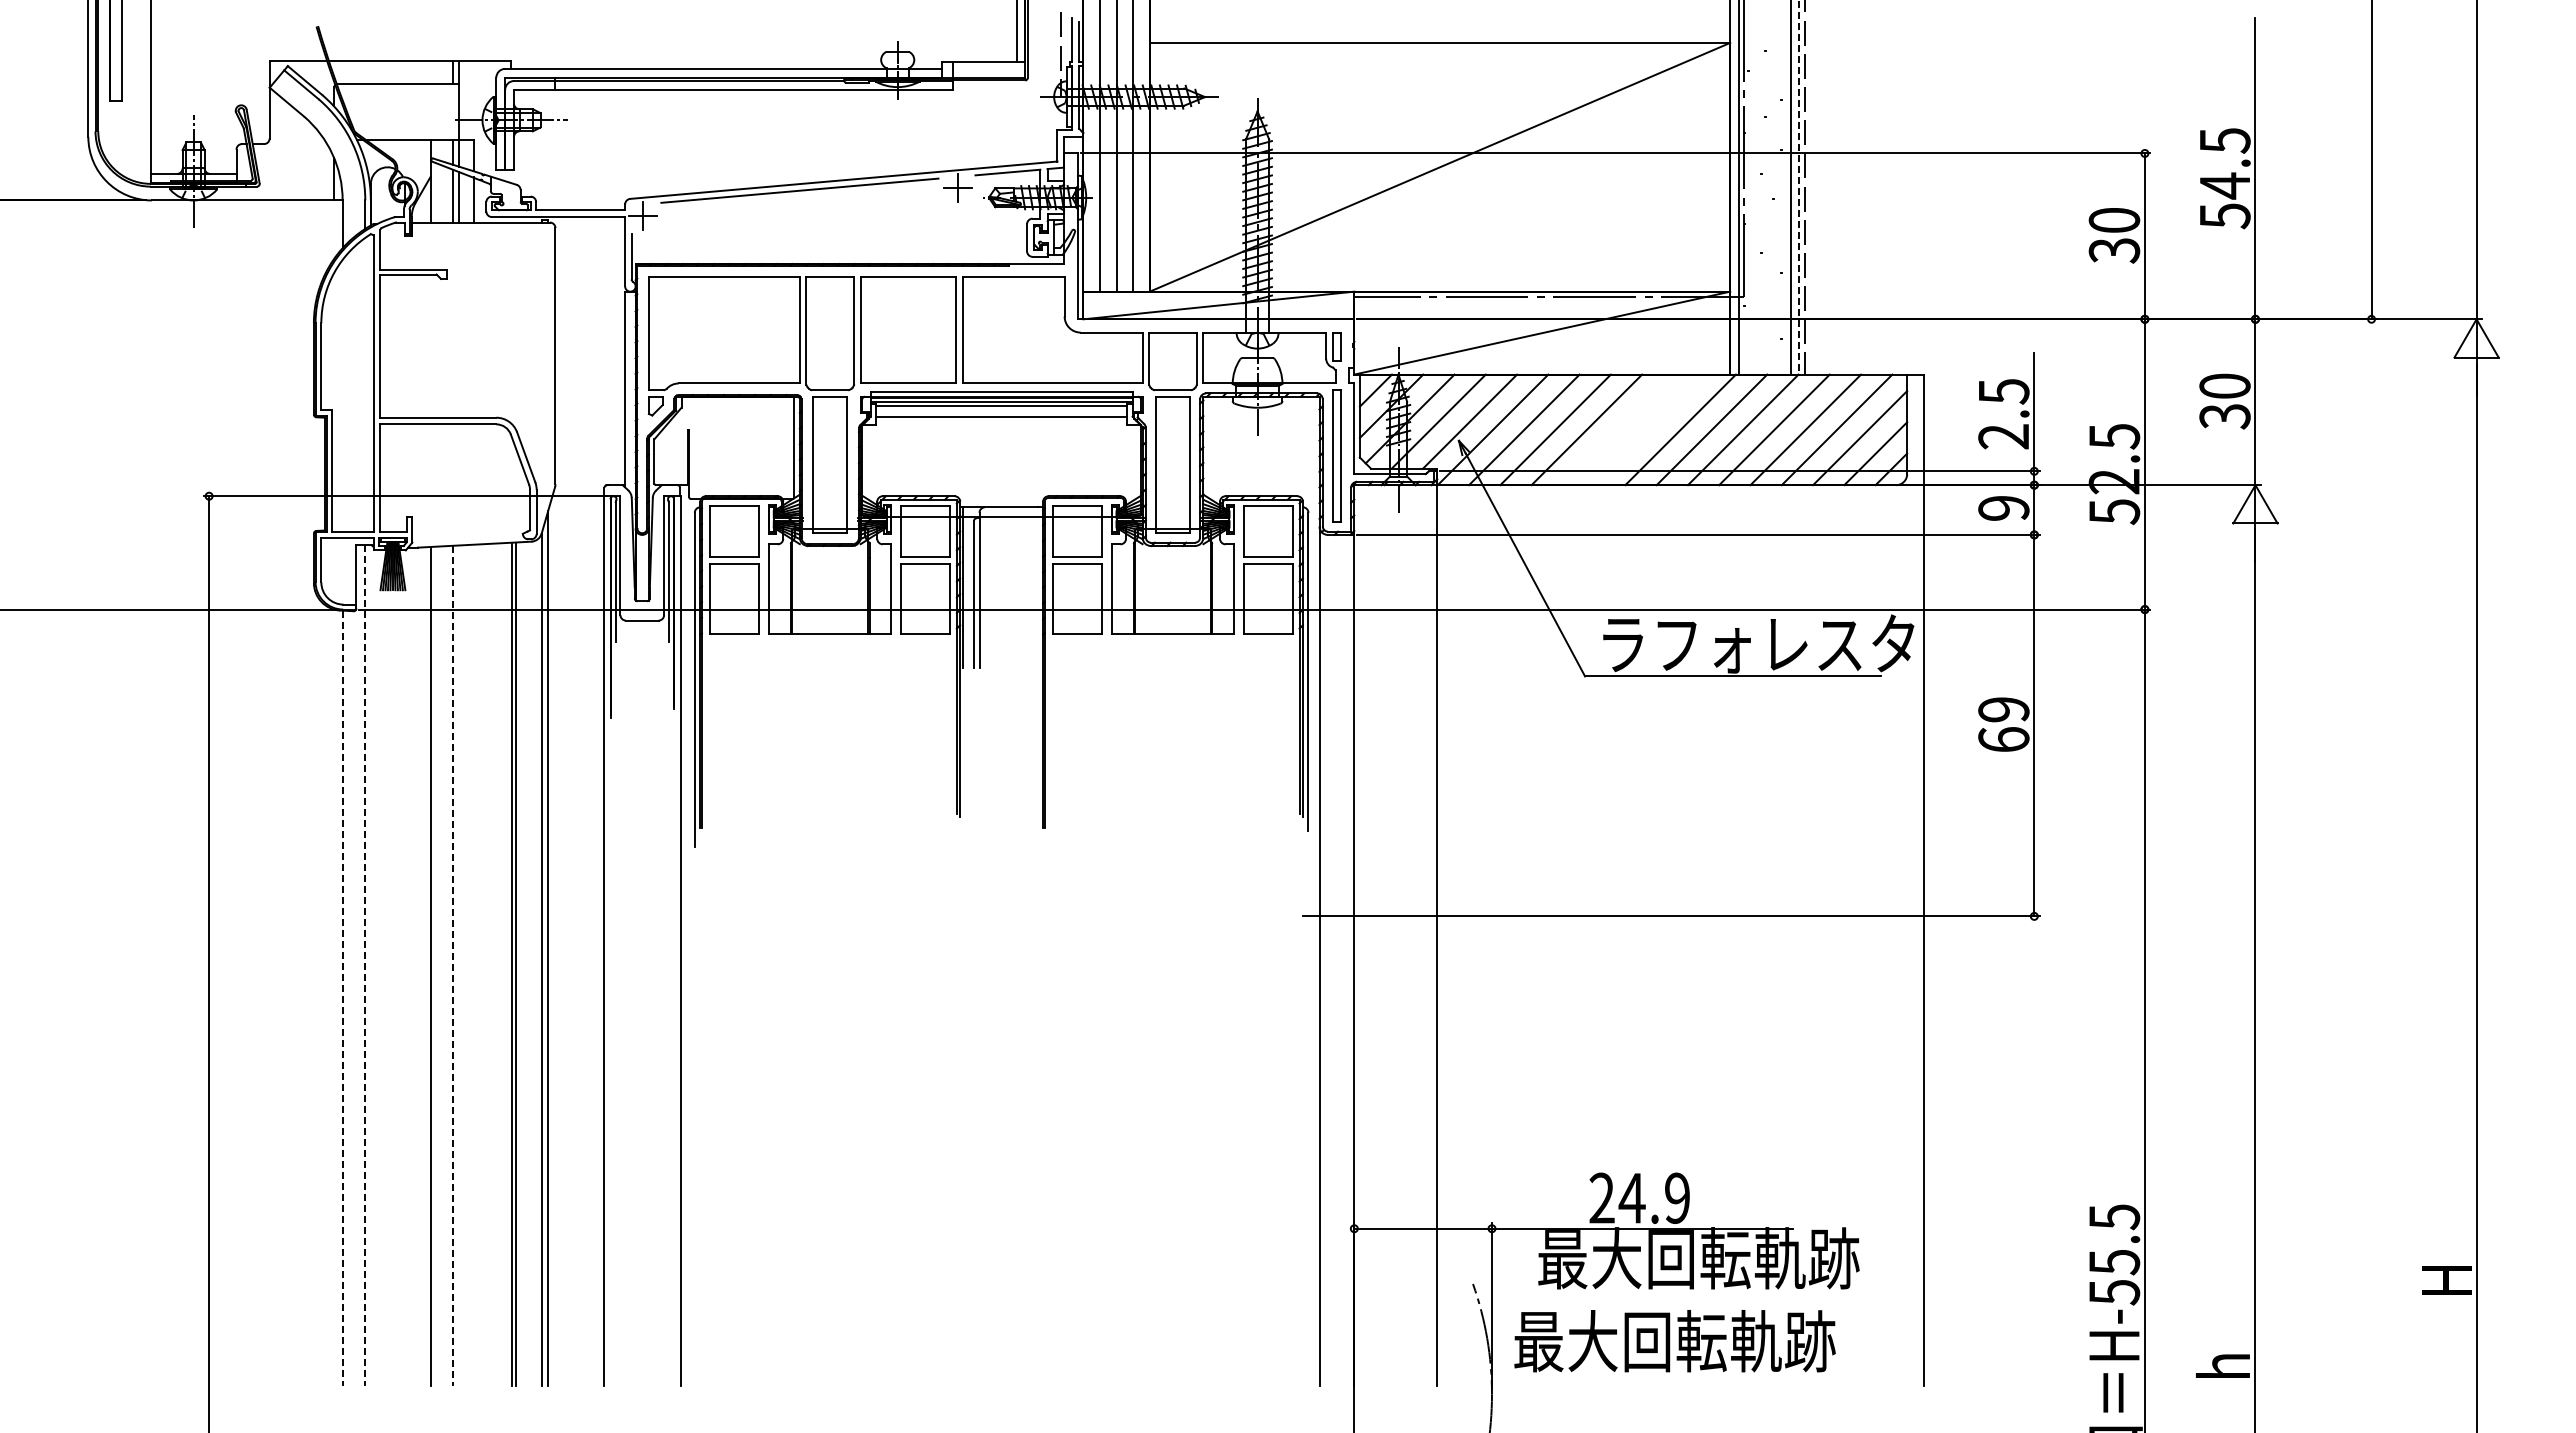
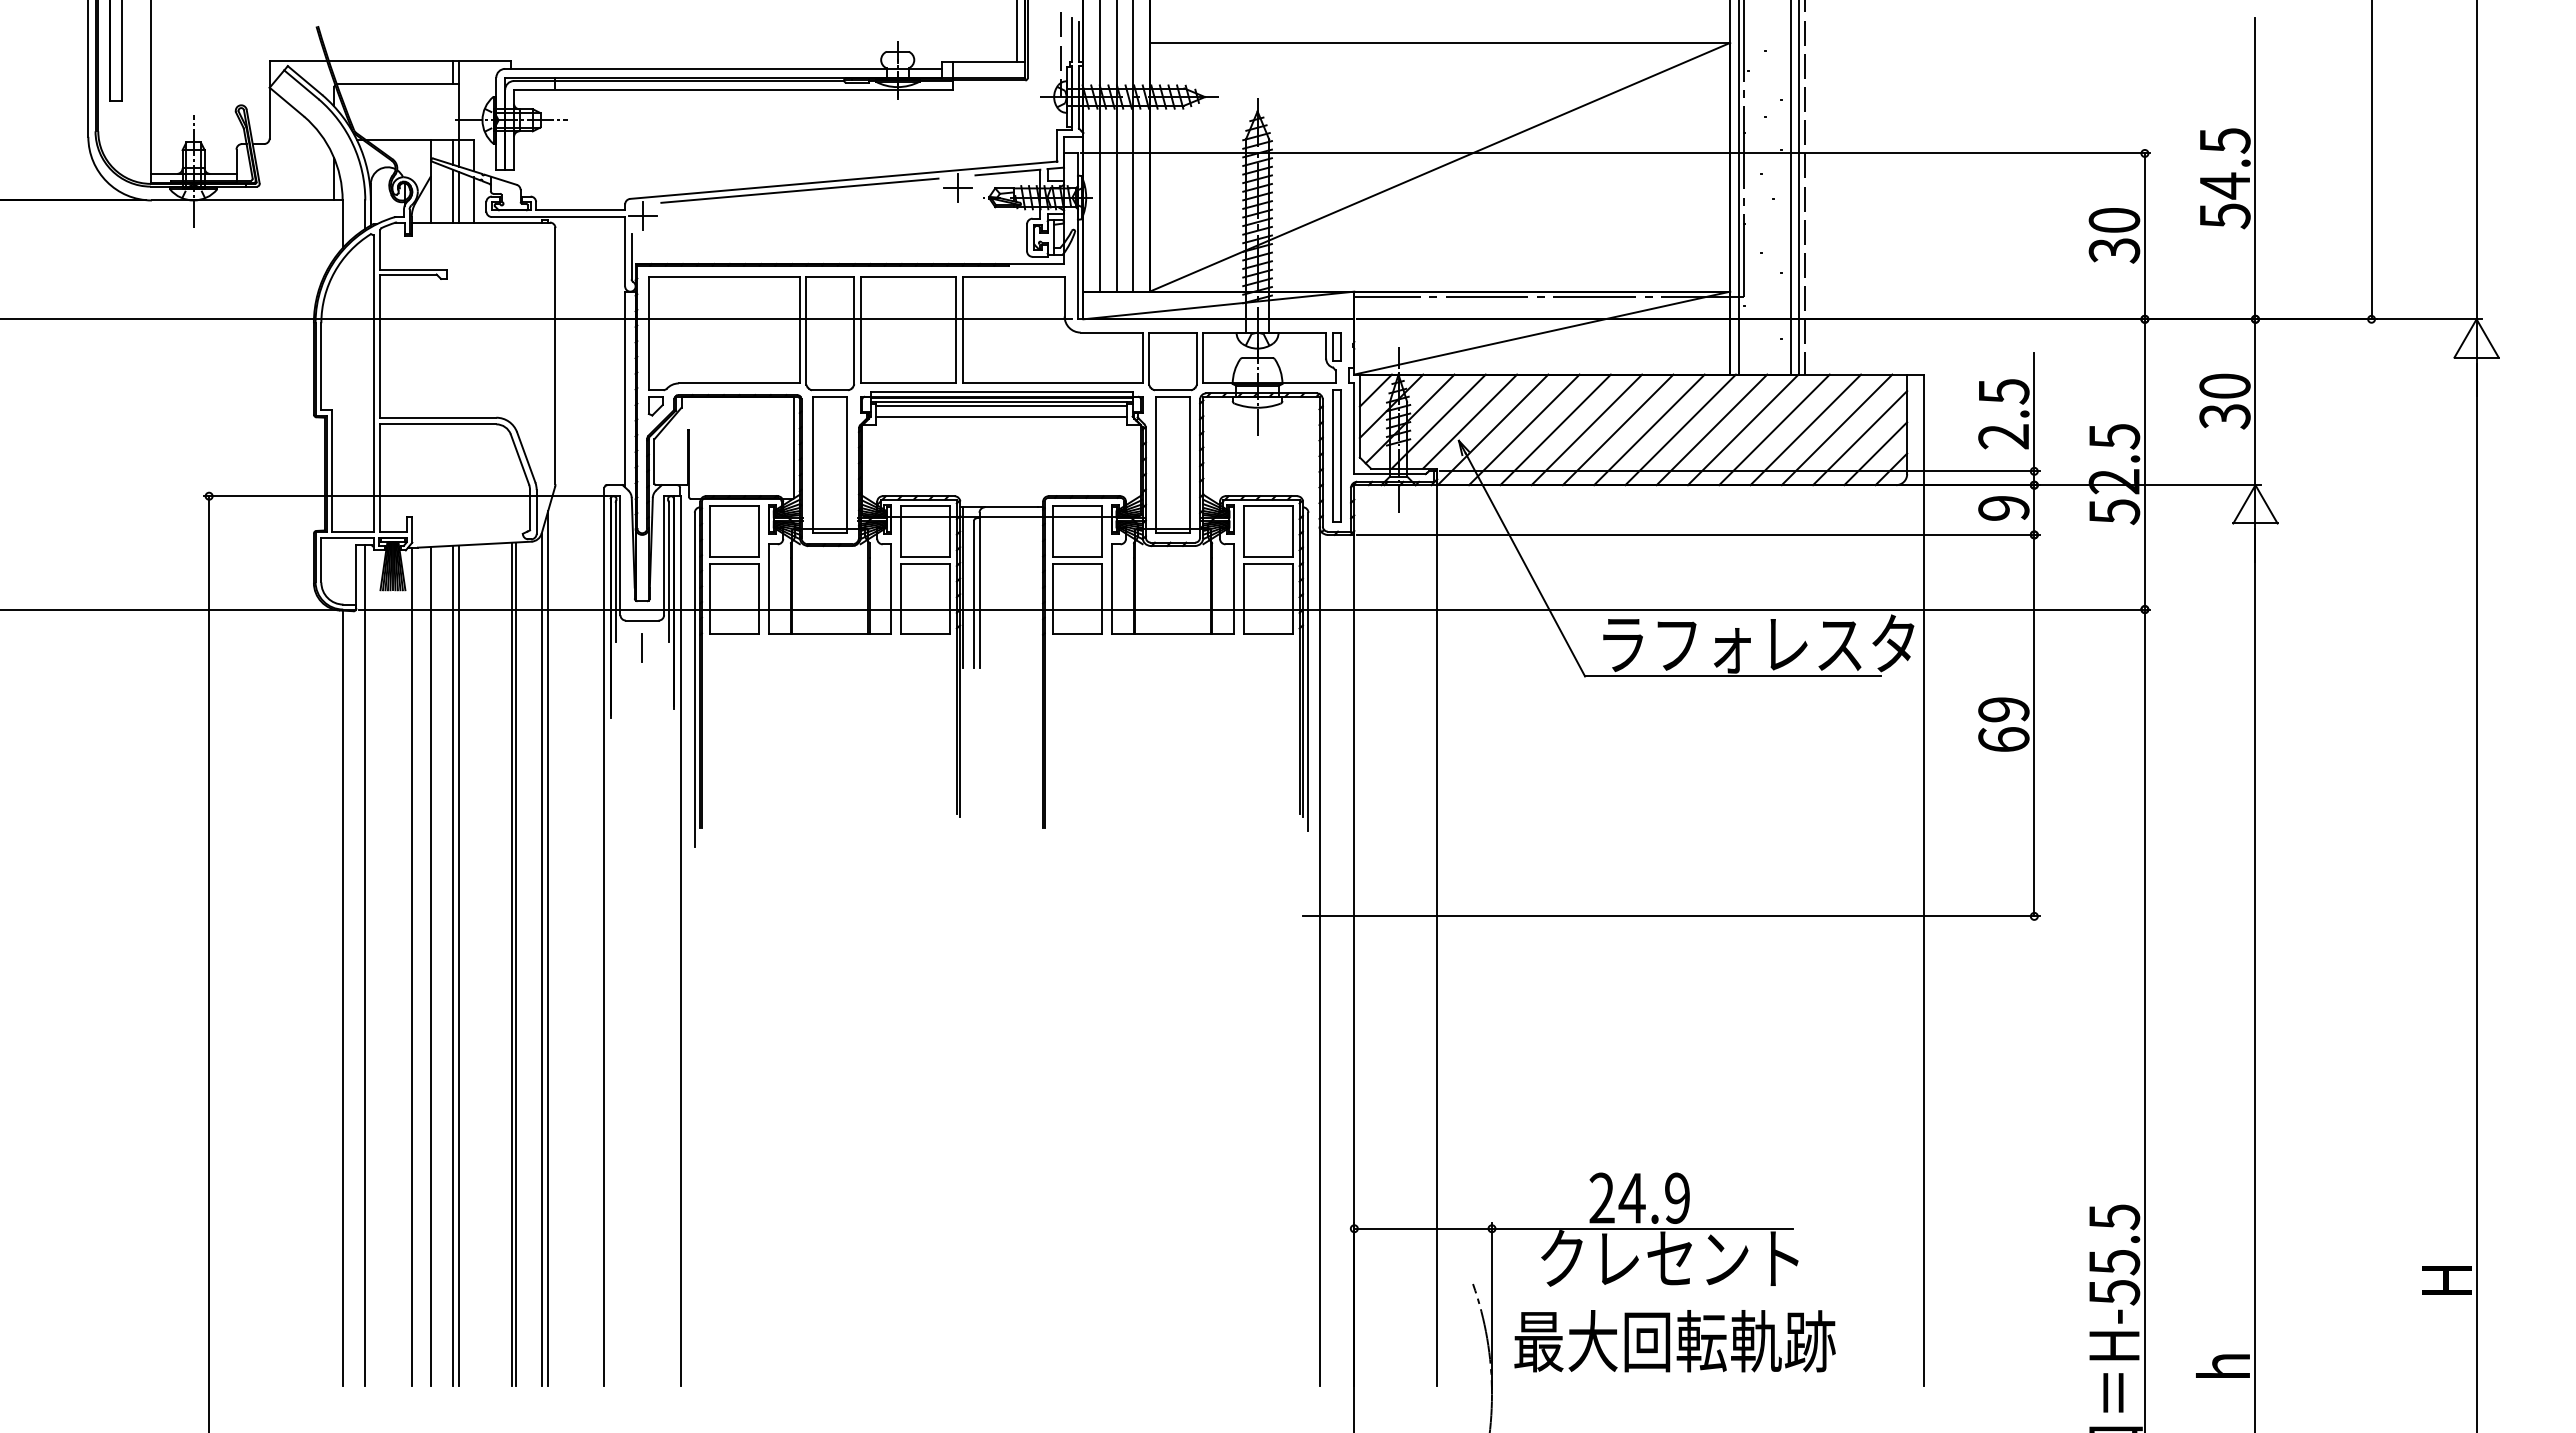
line at (1799, 187): dashed -> solid
line at (537, 319): none -> present
line at (1617, 429): none -> present
line at (1649, 429): none -> present
line at (642, 647): none -> present
line at (365, 965): dashed -> solid
line at (458, 965): none -> present
line at (411, 966): none -> present
line at (453, 966): dashed -> solid
line at (342, 998): dashed -> solid
text at (1698, 1258): 最大回転軌跡 -> クレセント
